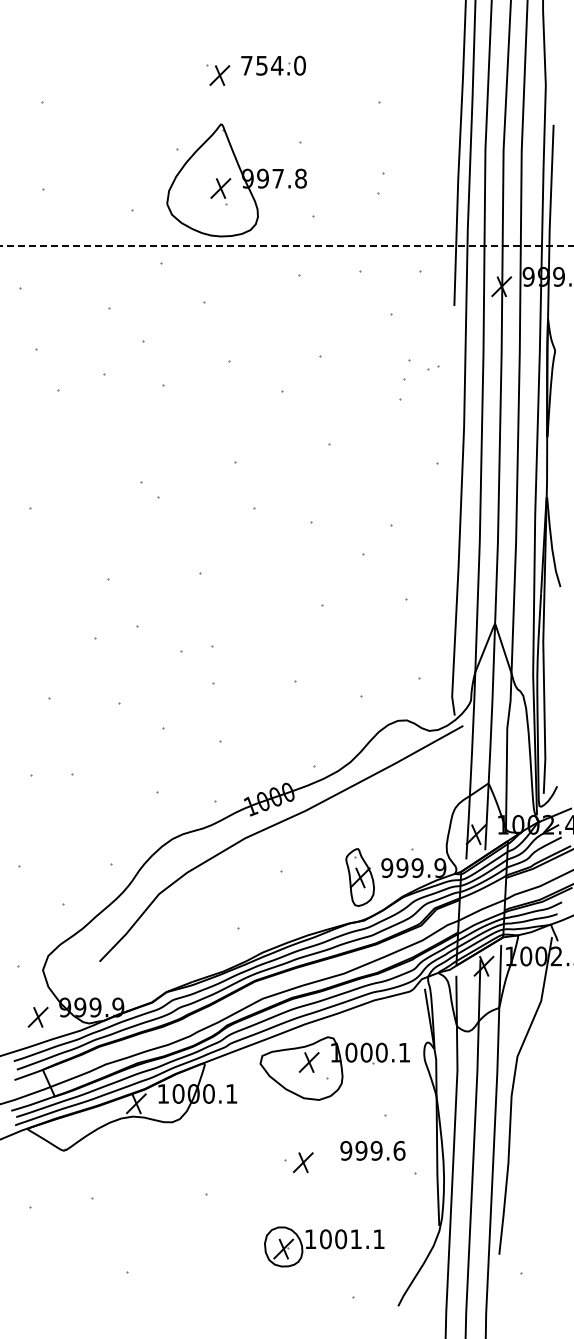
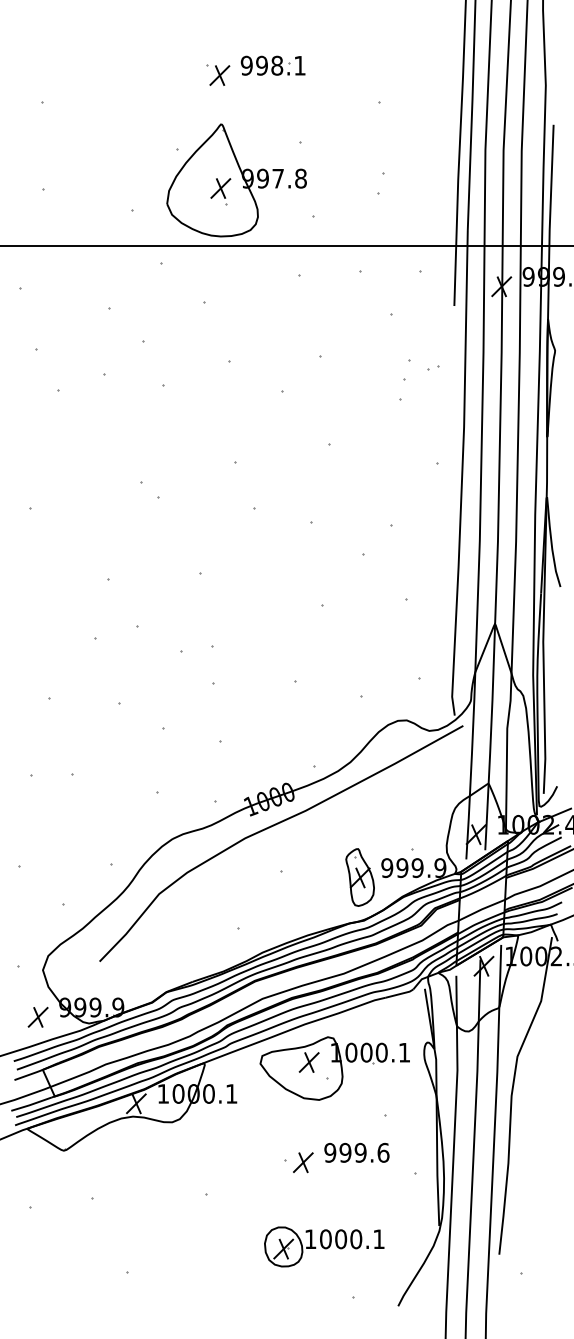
text at (272, 65): 754.0 -> 998.1
line at (287, 246): dashed -> solid
text at (372, 1150) position: (372, 1150) -> (356, 1152)
text at (356, 1239): 1001.1 -> 1000.1
